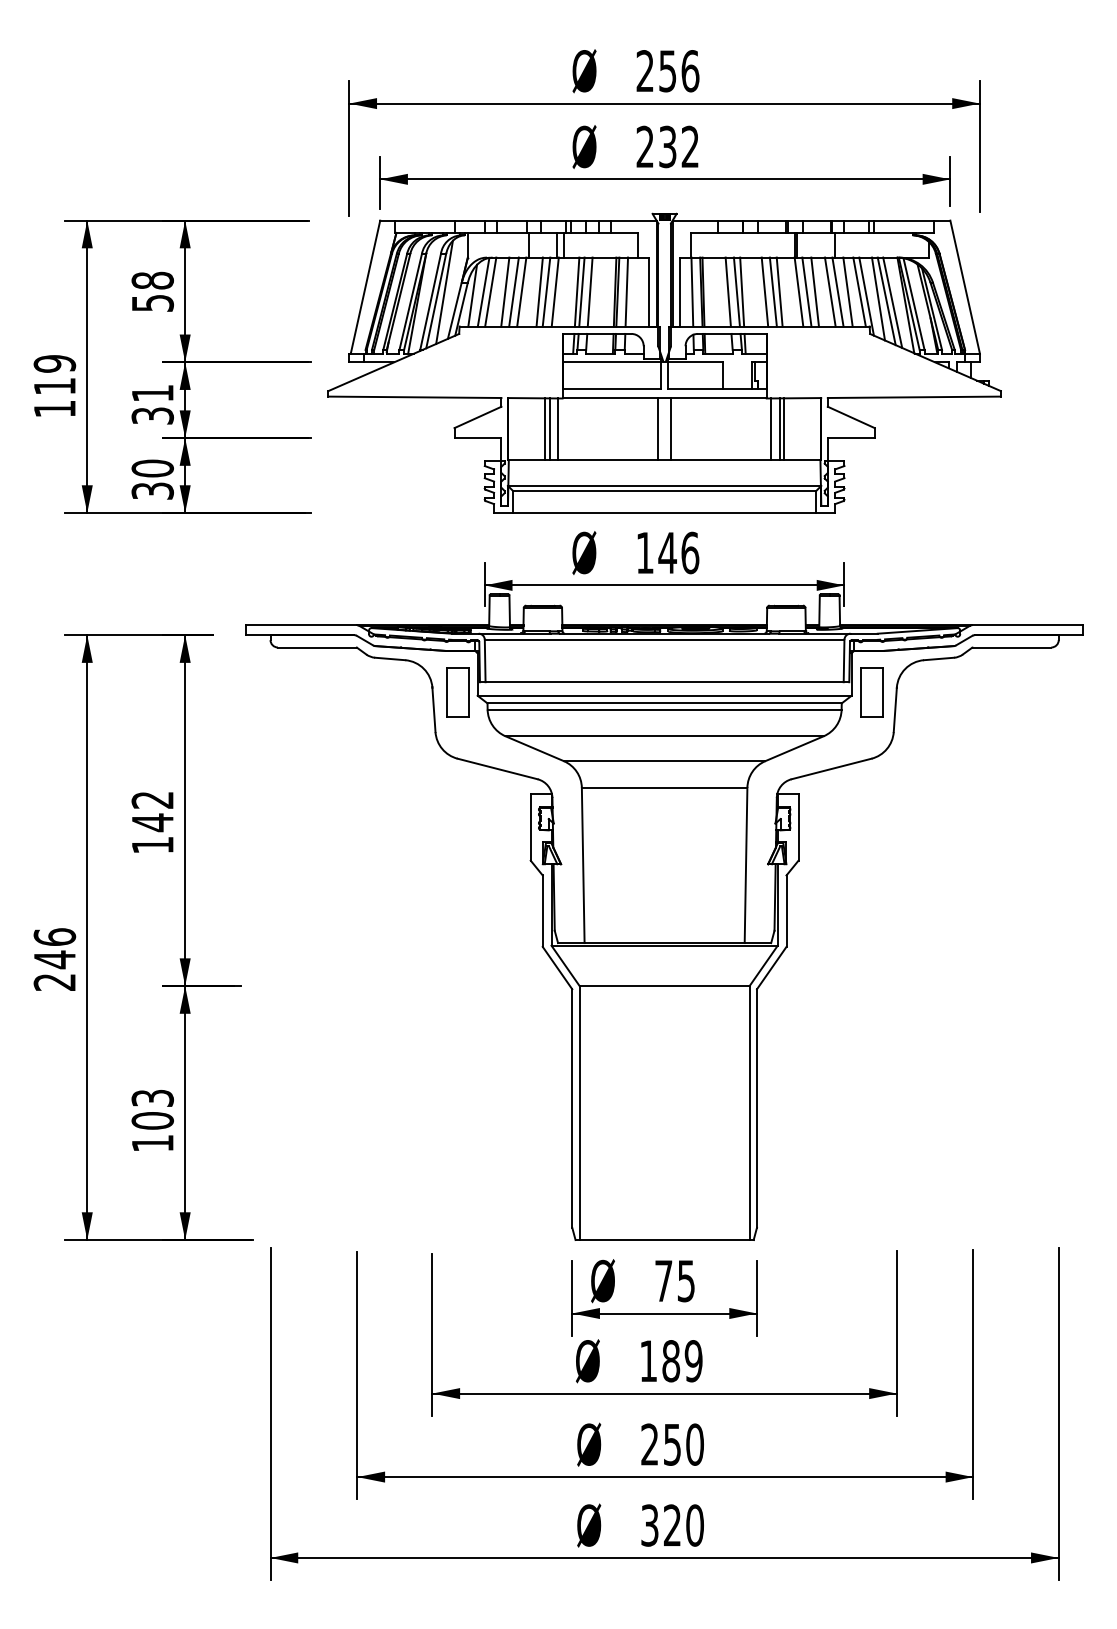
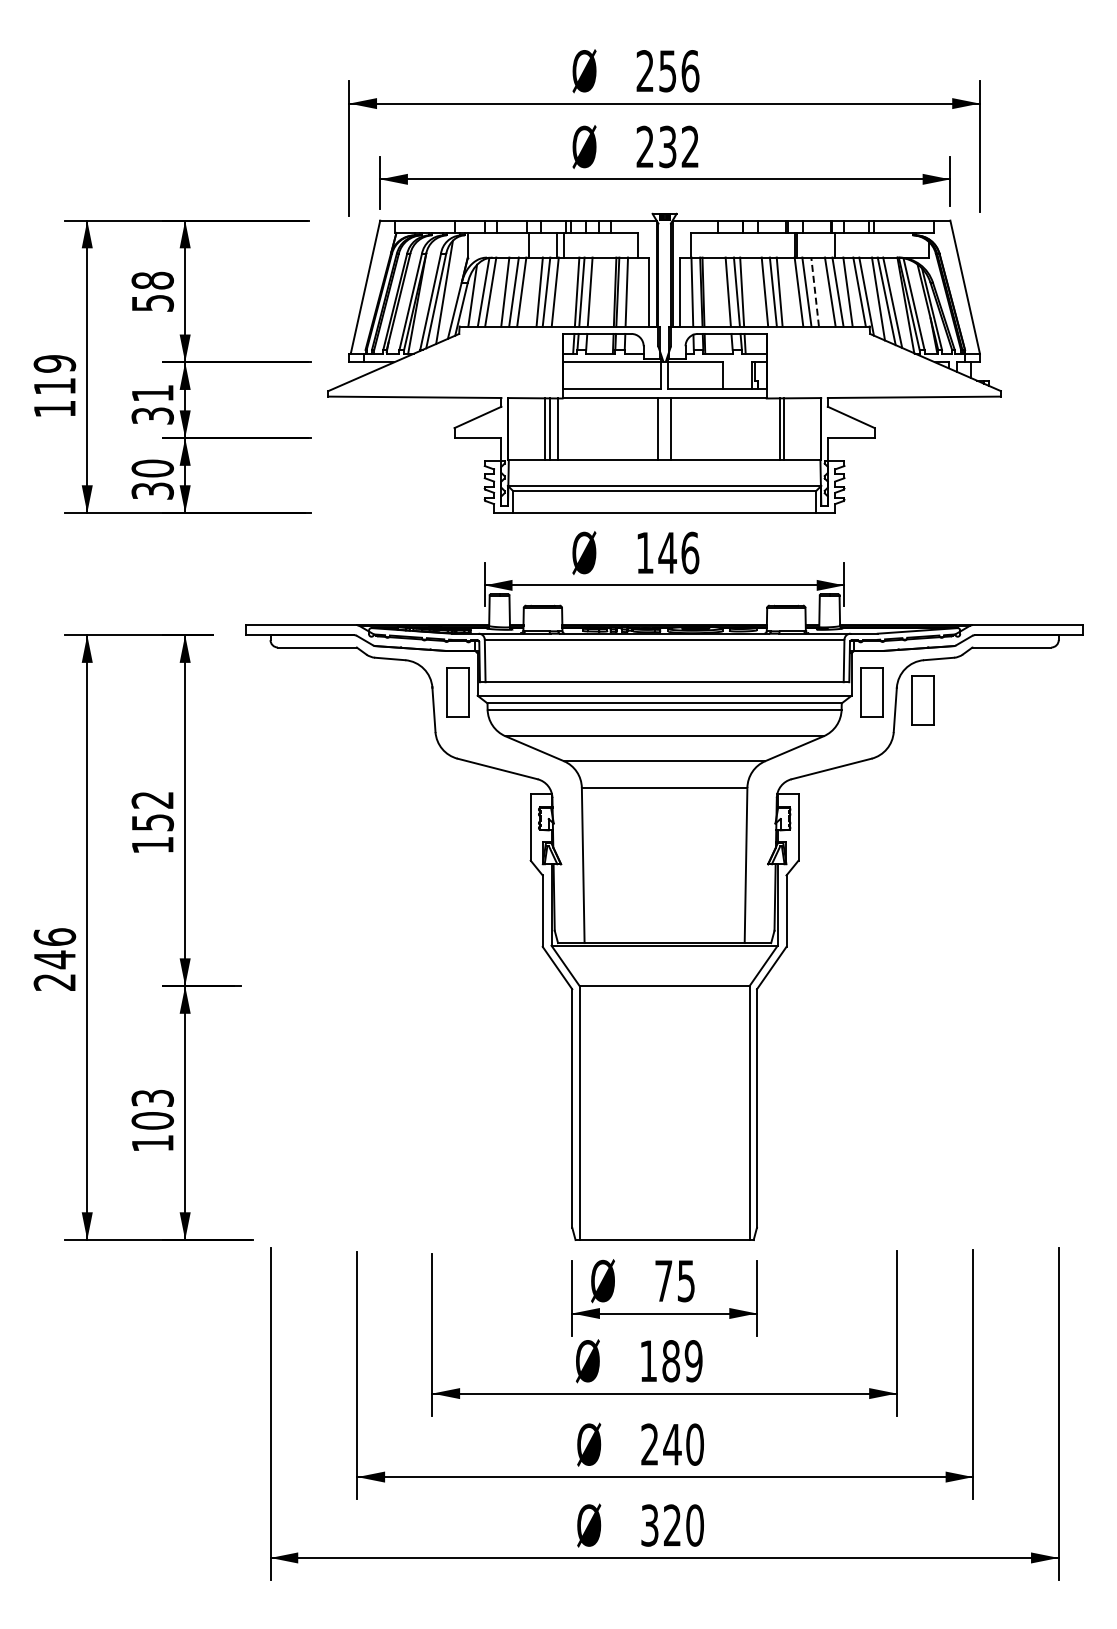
line at (815, 292): solid -> dashed
line at (770, 429): present -> none
part at (922, 700): none -> present
text at (153, 822): 142 -> 152
text at (672, 1444): 250 -> 240
